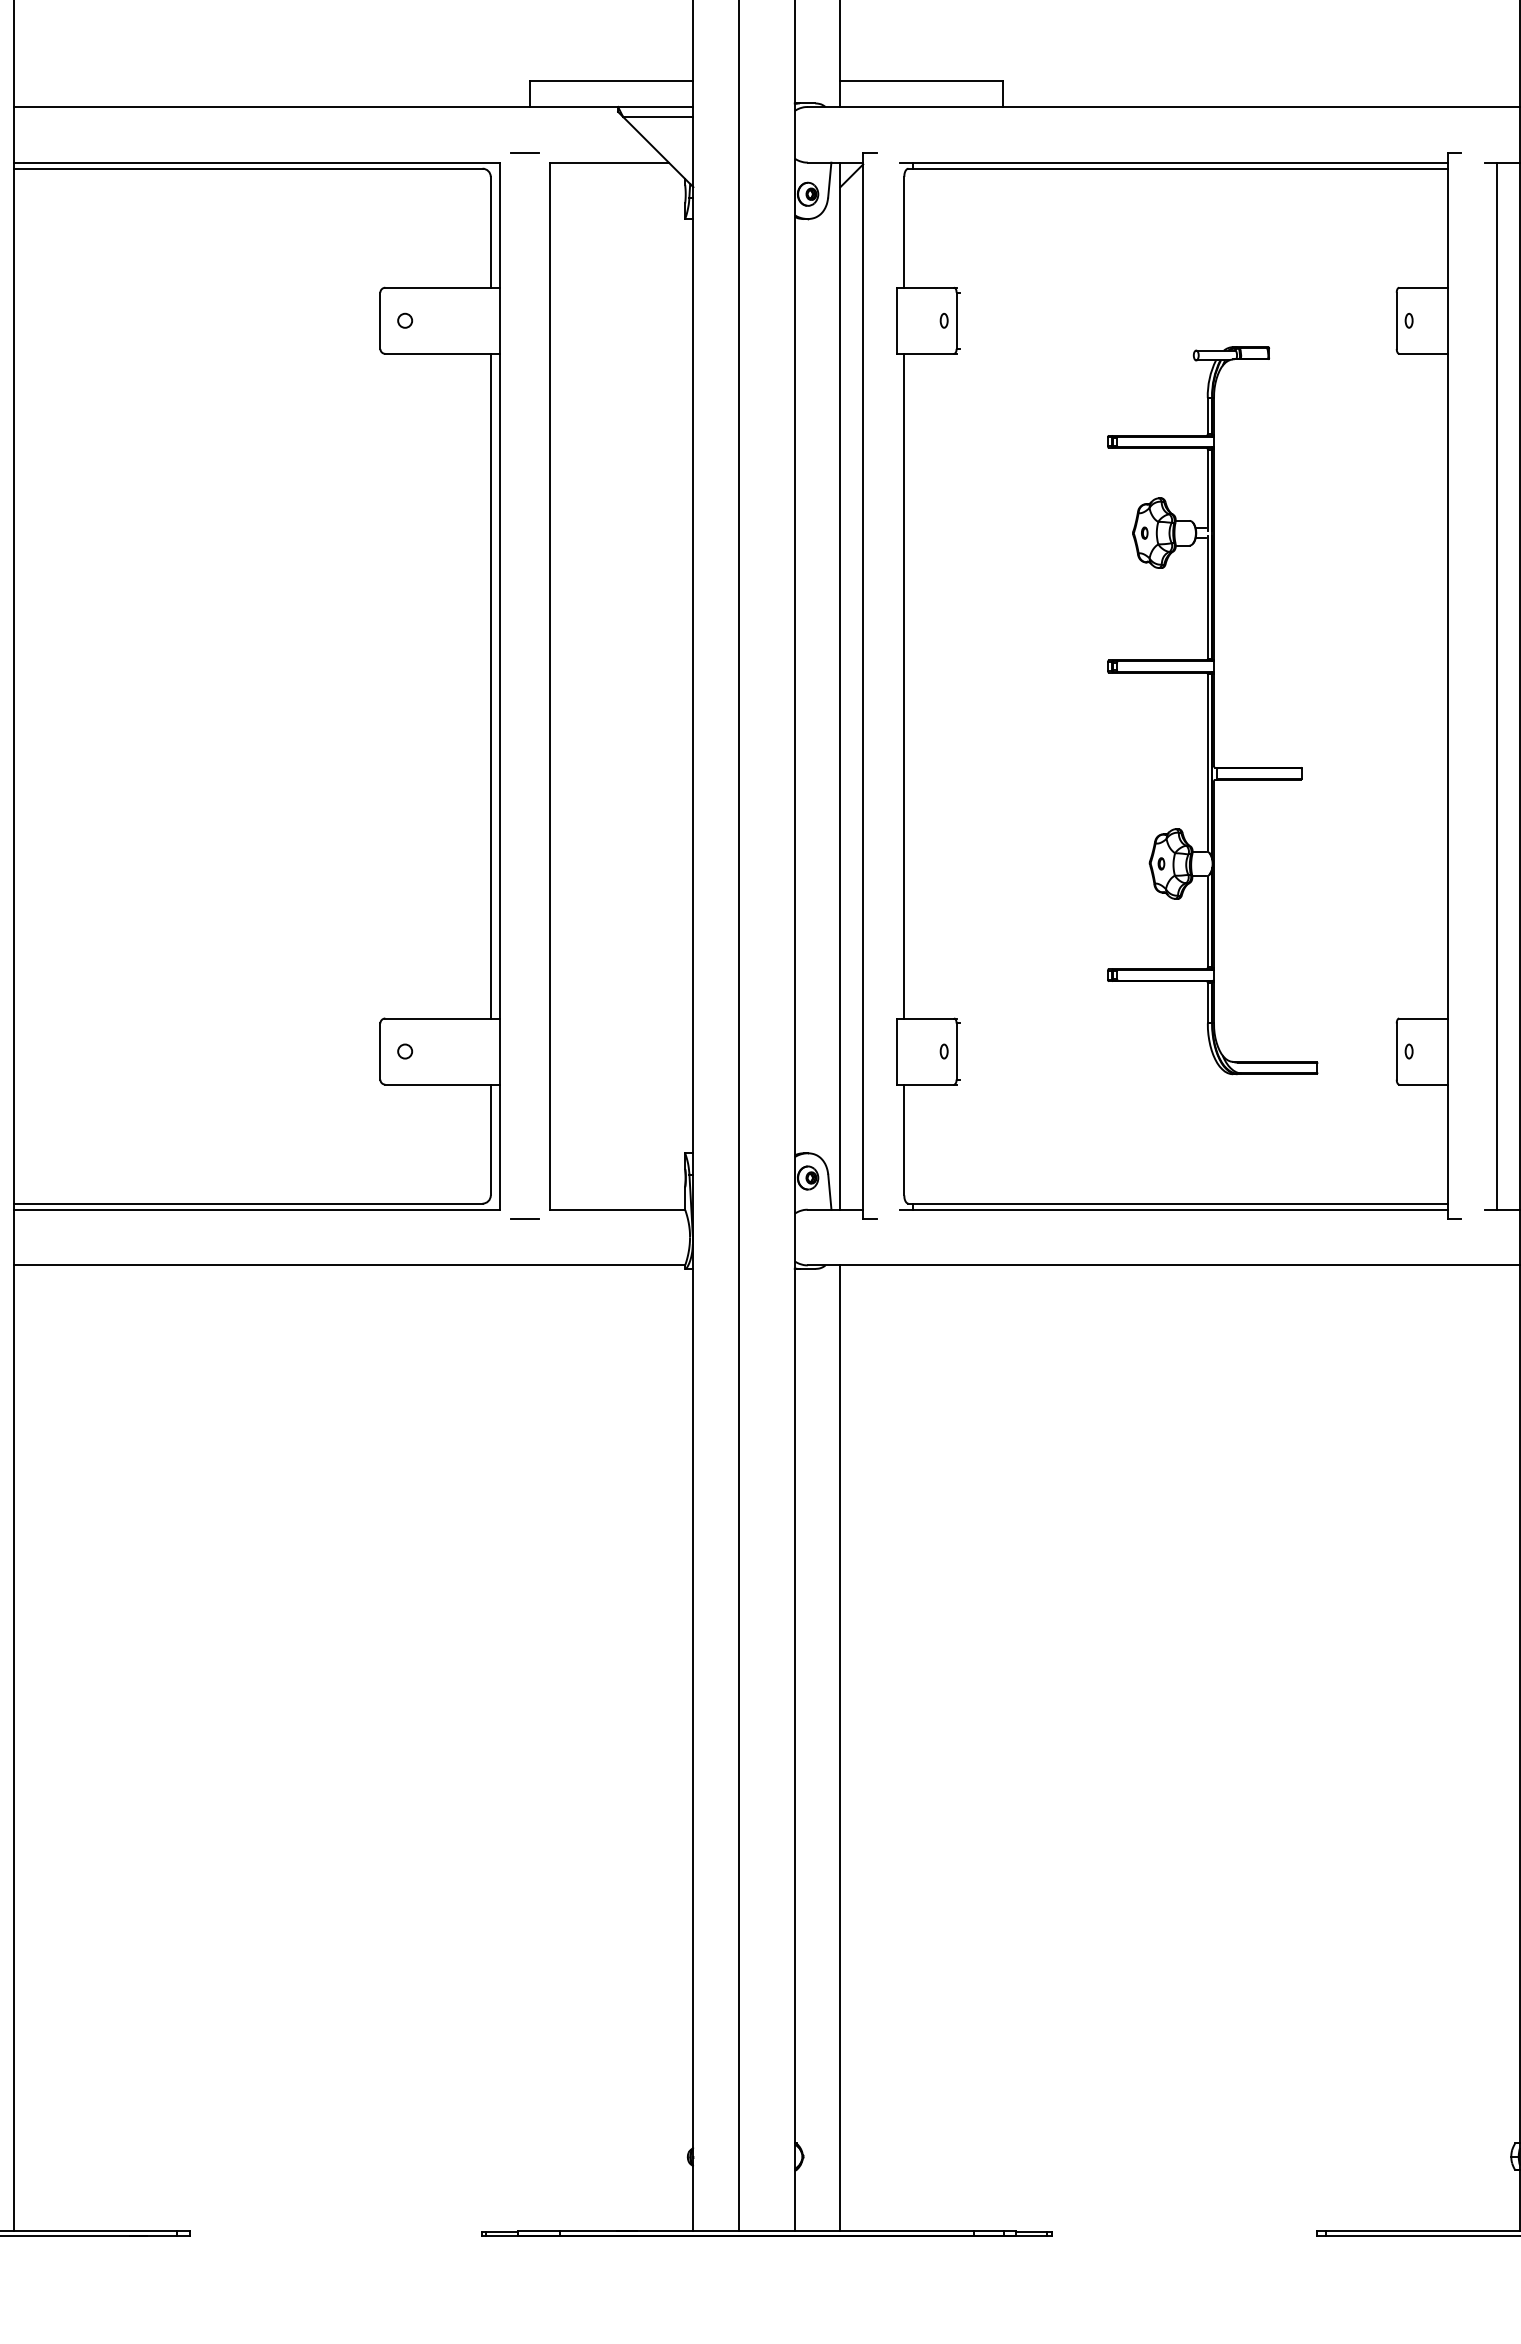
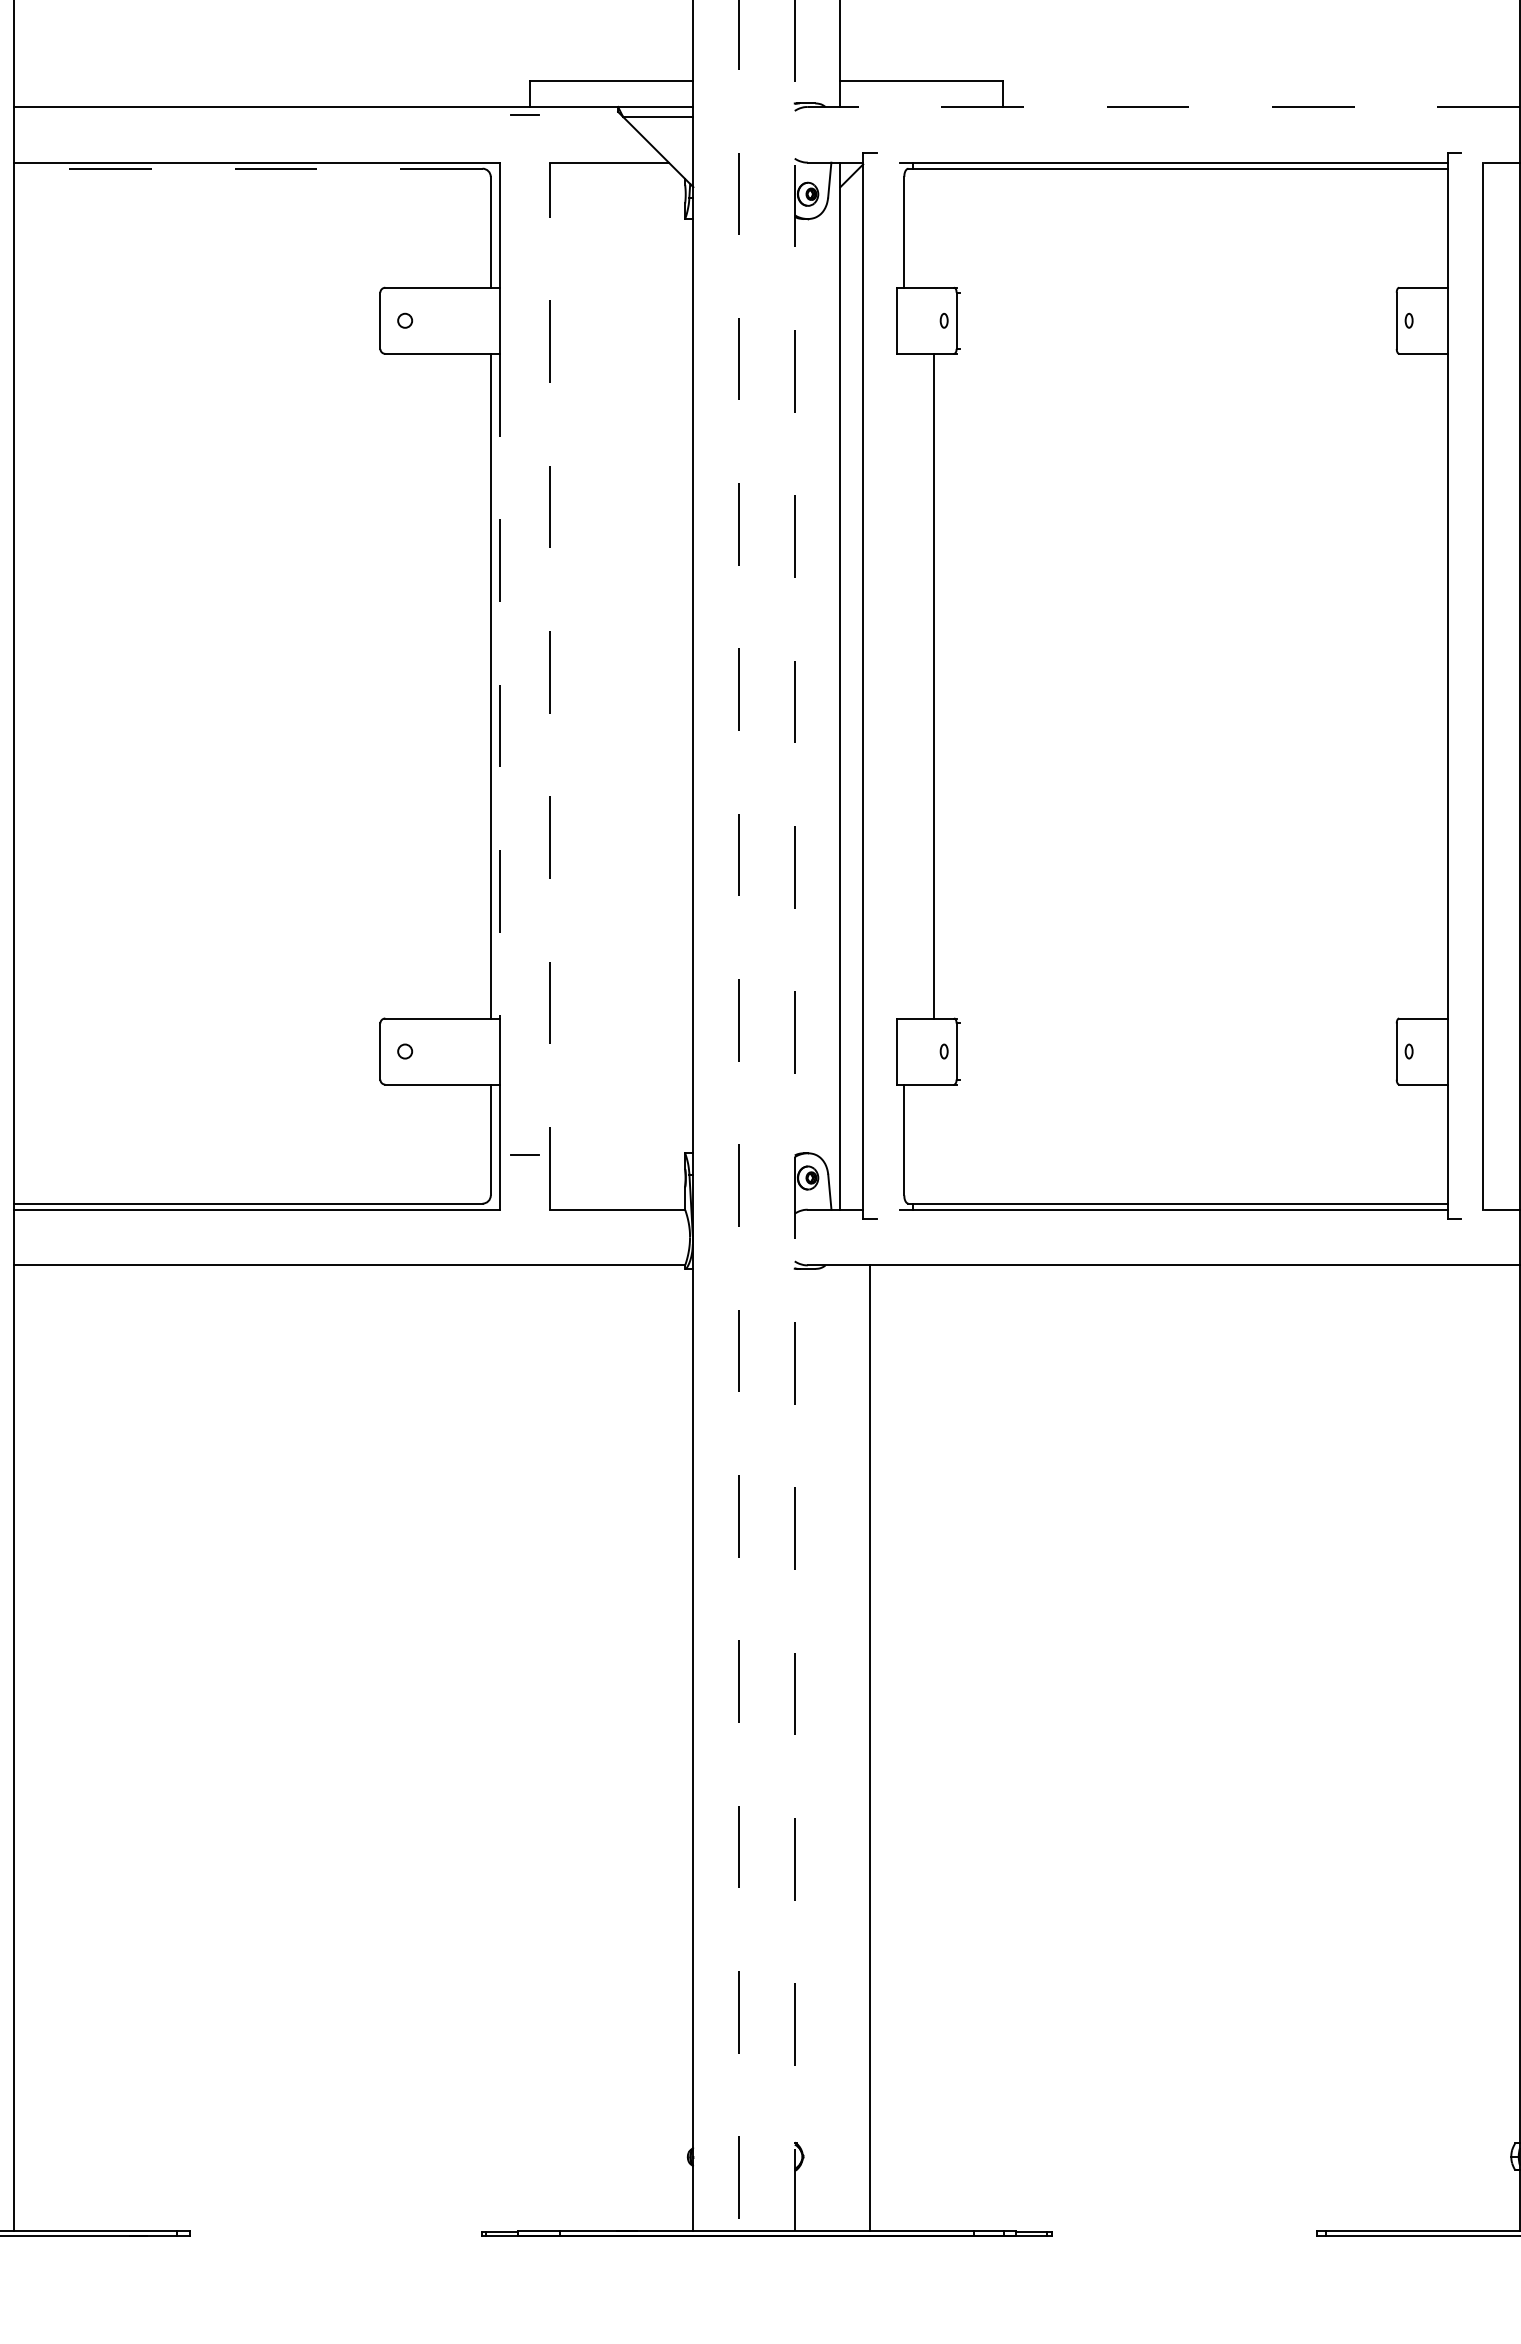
line at (1163, 106): solid -> dashed
line at (524, 152) position: (524, 152) -> (524, 114)
line at (247, 168): solid -> dashed
line at (904, 685) position: (904, 685) -> (934, 685)
line at (1497, 685) position: (1497, 685) -> (1483, 685)
line at (499, 686): solid -> dashed
line at (549, 686): solid -> dashed
part at (1212, 710): present -> none
line at (794, 1115): solid -> dashed
line at (739, 1116): solid -> dashed
line at (524, 1218) position: (524, 1218) -> (524, 1154)
line at (840, 1748) position: (840, 1748) -> (870, 1748)
